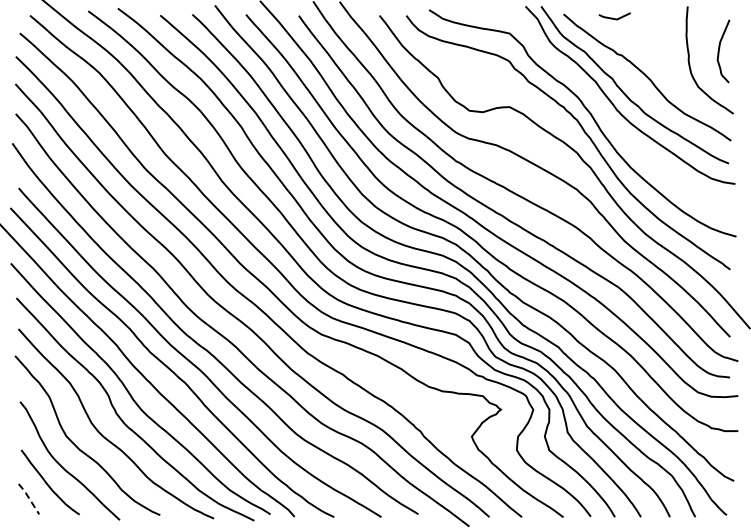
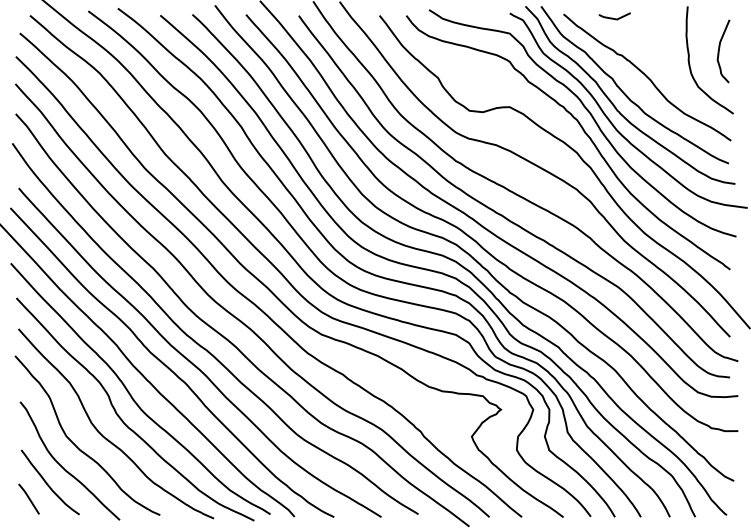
curve at (612, 122): none -> present
line at (28, 498): dashed -> solid
